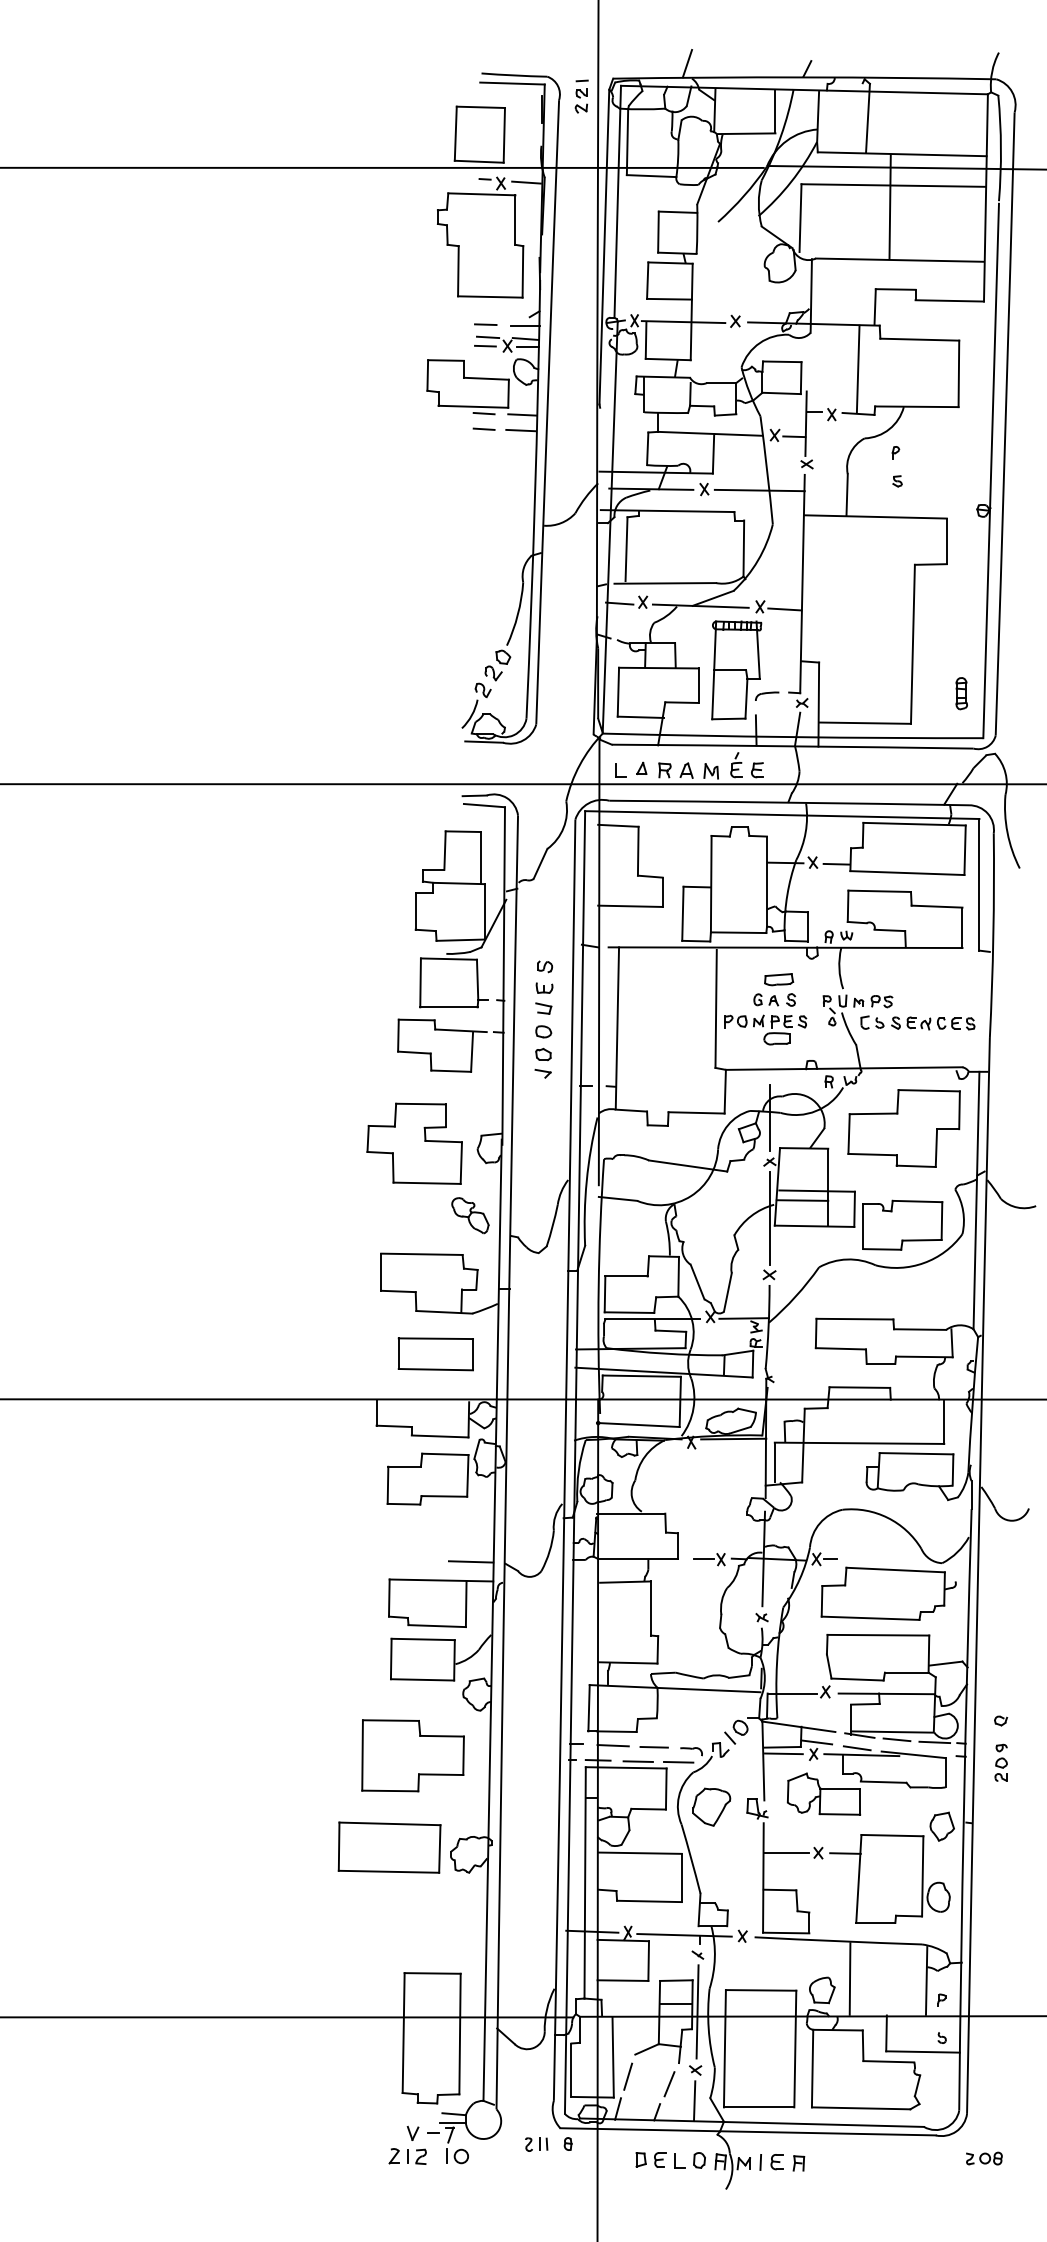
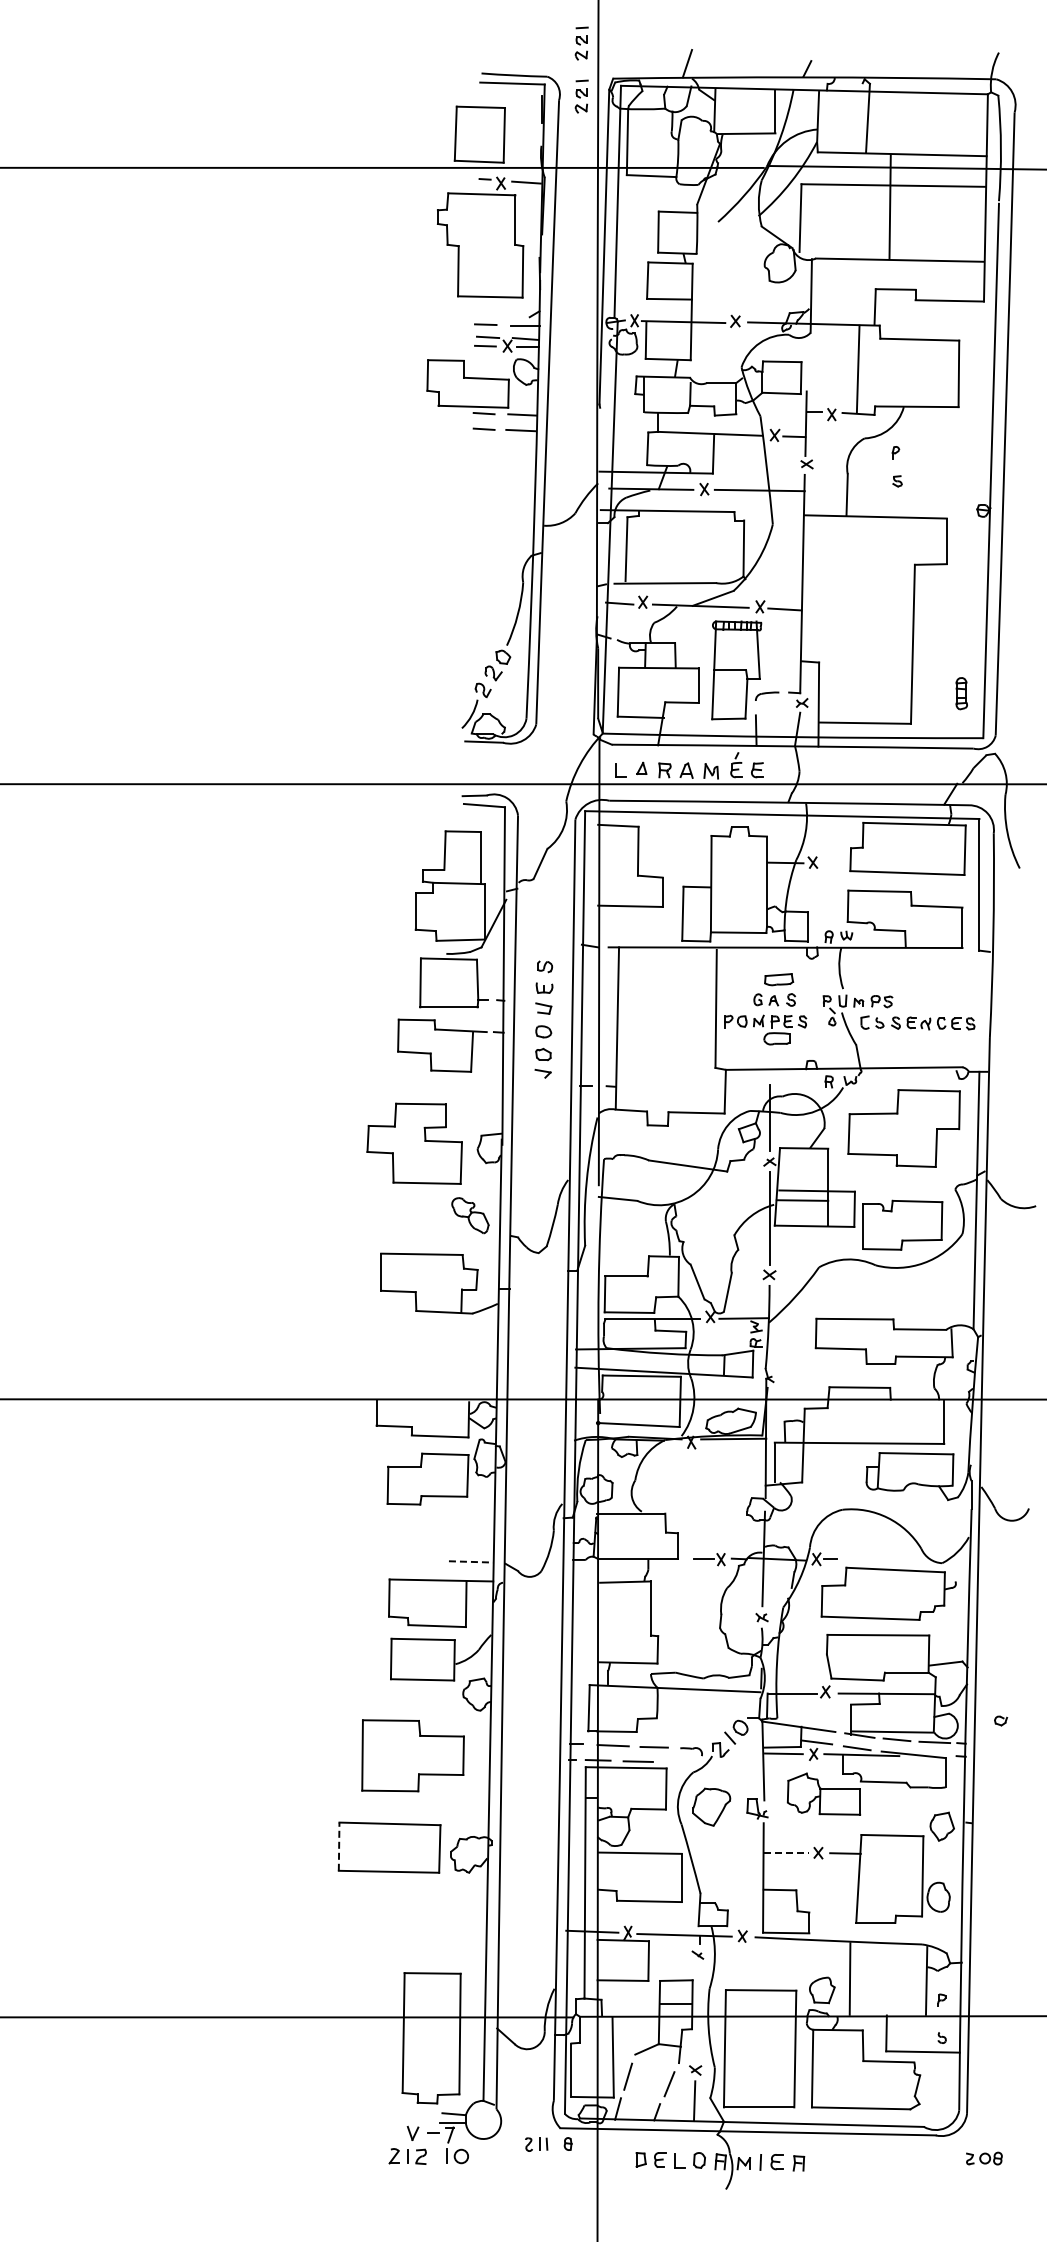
part at (581, 43): none -> present
line at (836, 863): present -> none
part at (435, 1354): present -> none
line at (471, 1561): solid -> dashed
line at (678, 1761): present -> none
part at (1000, 1762): present -> none
line at (339, 1846): solid -> dashed
line at (786, 1853): solid -> dashed
line at (697, 2011): present -> none
